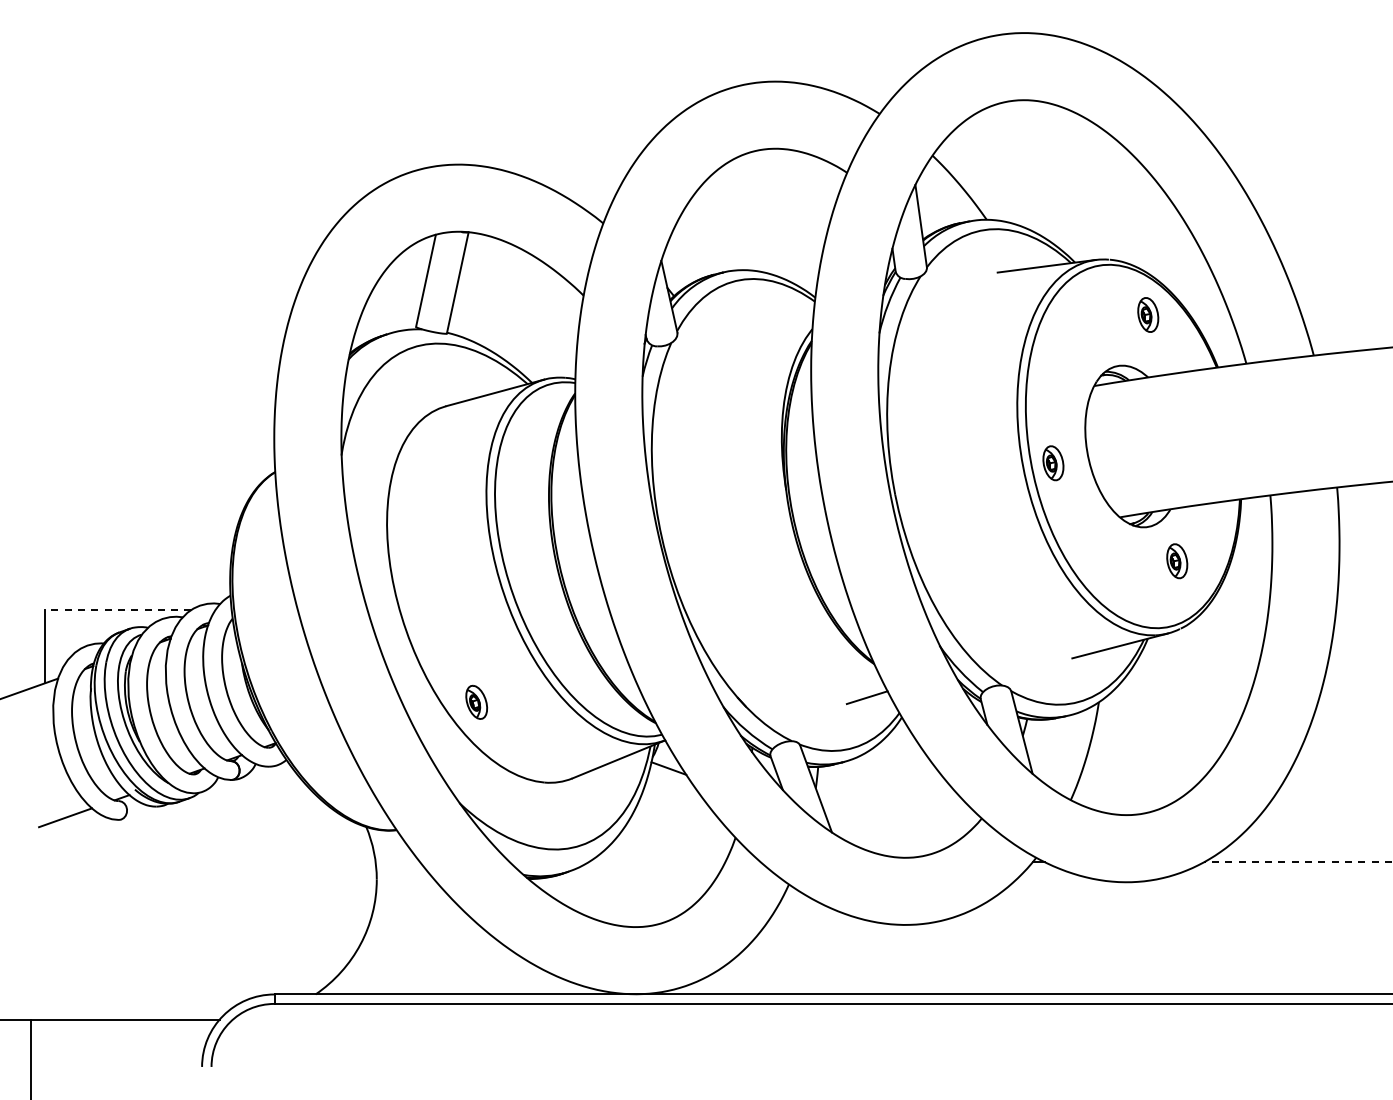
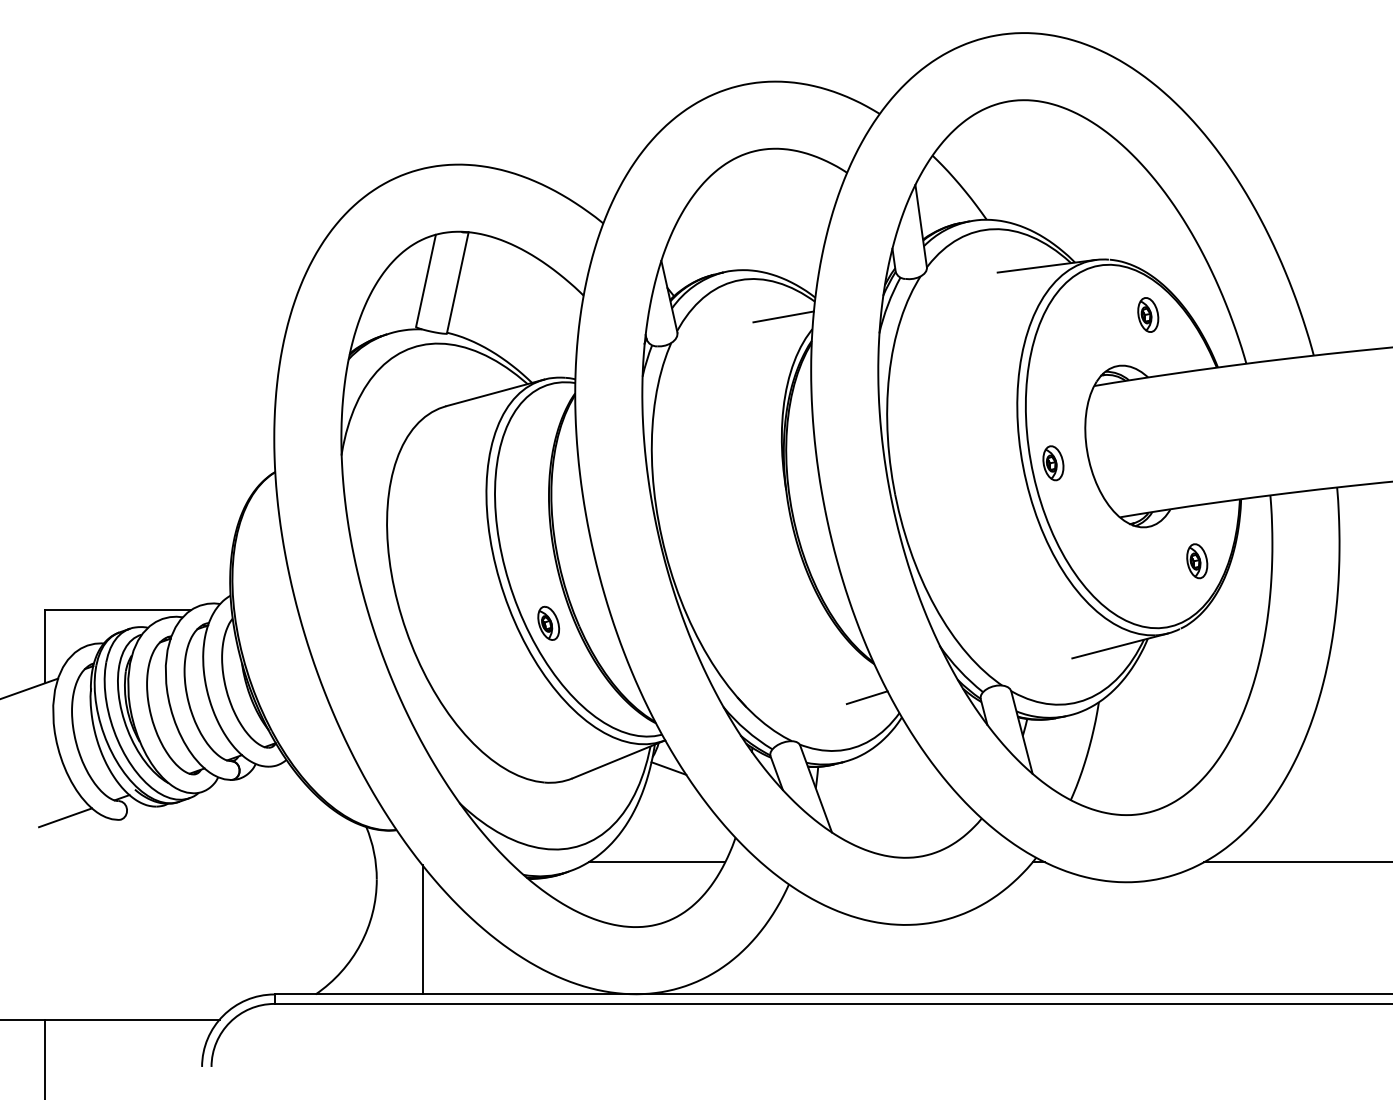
line at (783, 316): none -> present
part at (1177, 561) position: (1177, 561) -> (1197, 561)
line at (117, 610): dashed -> solid
part at (476, 701) position: (476, 701) -> (548, 622)
line at (656, 862): none -> present
line at (1298, 862): dashed -> solid
line at (422, 929): none -> present
line at (30, 1057) position: (30, 1057) -> (44, 1057)
